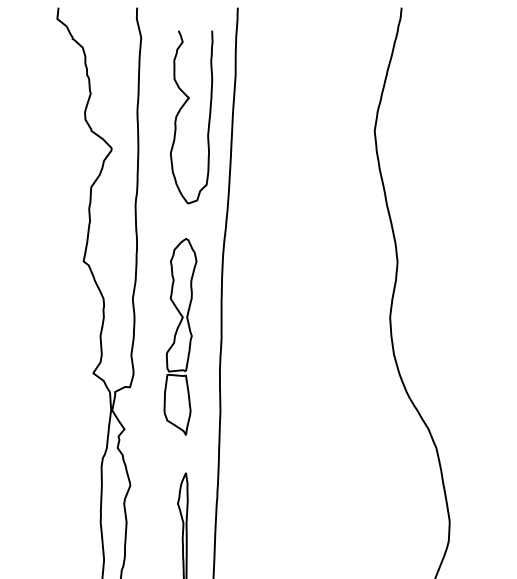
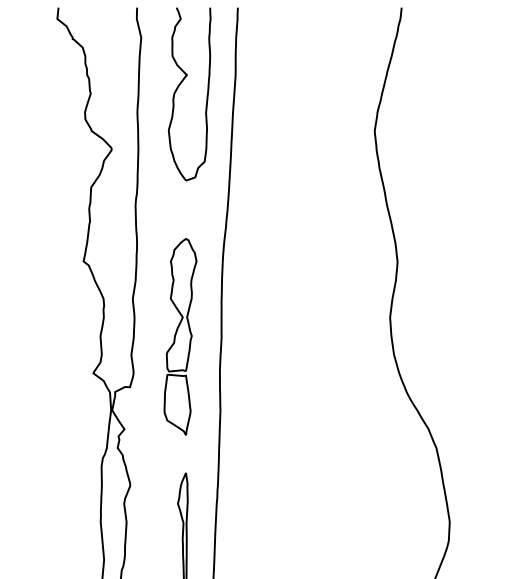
part at (180, 111) position: (180, 111) -> (178, 88)
